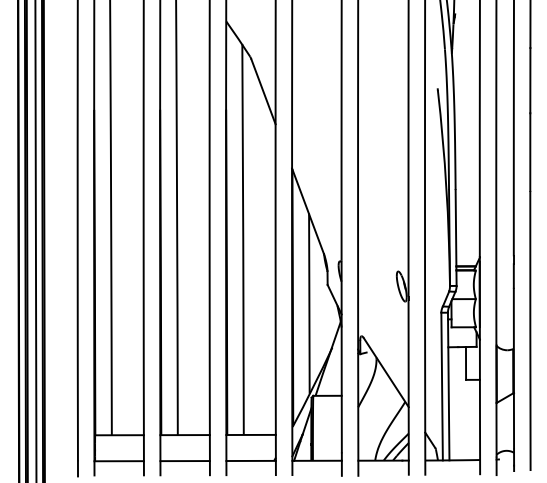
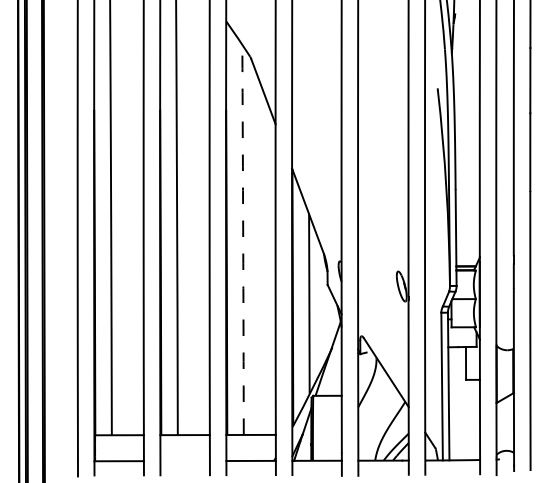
arc at (243, 239): solid -> dashed
line at (35, 240): present -> none
line at (184, 461): present -> none
